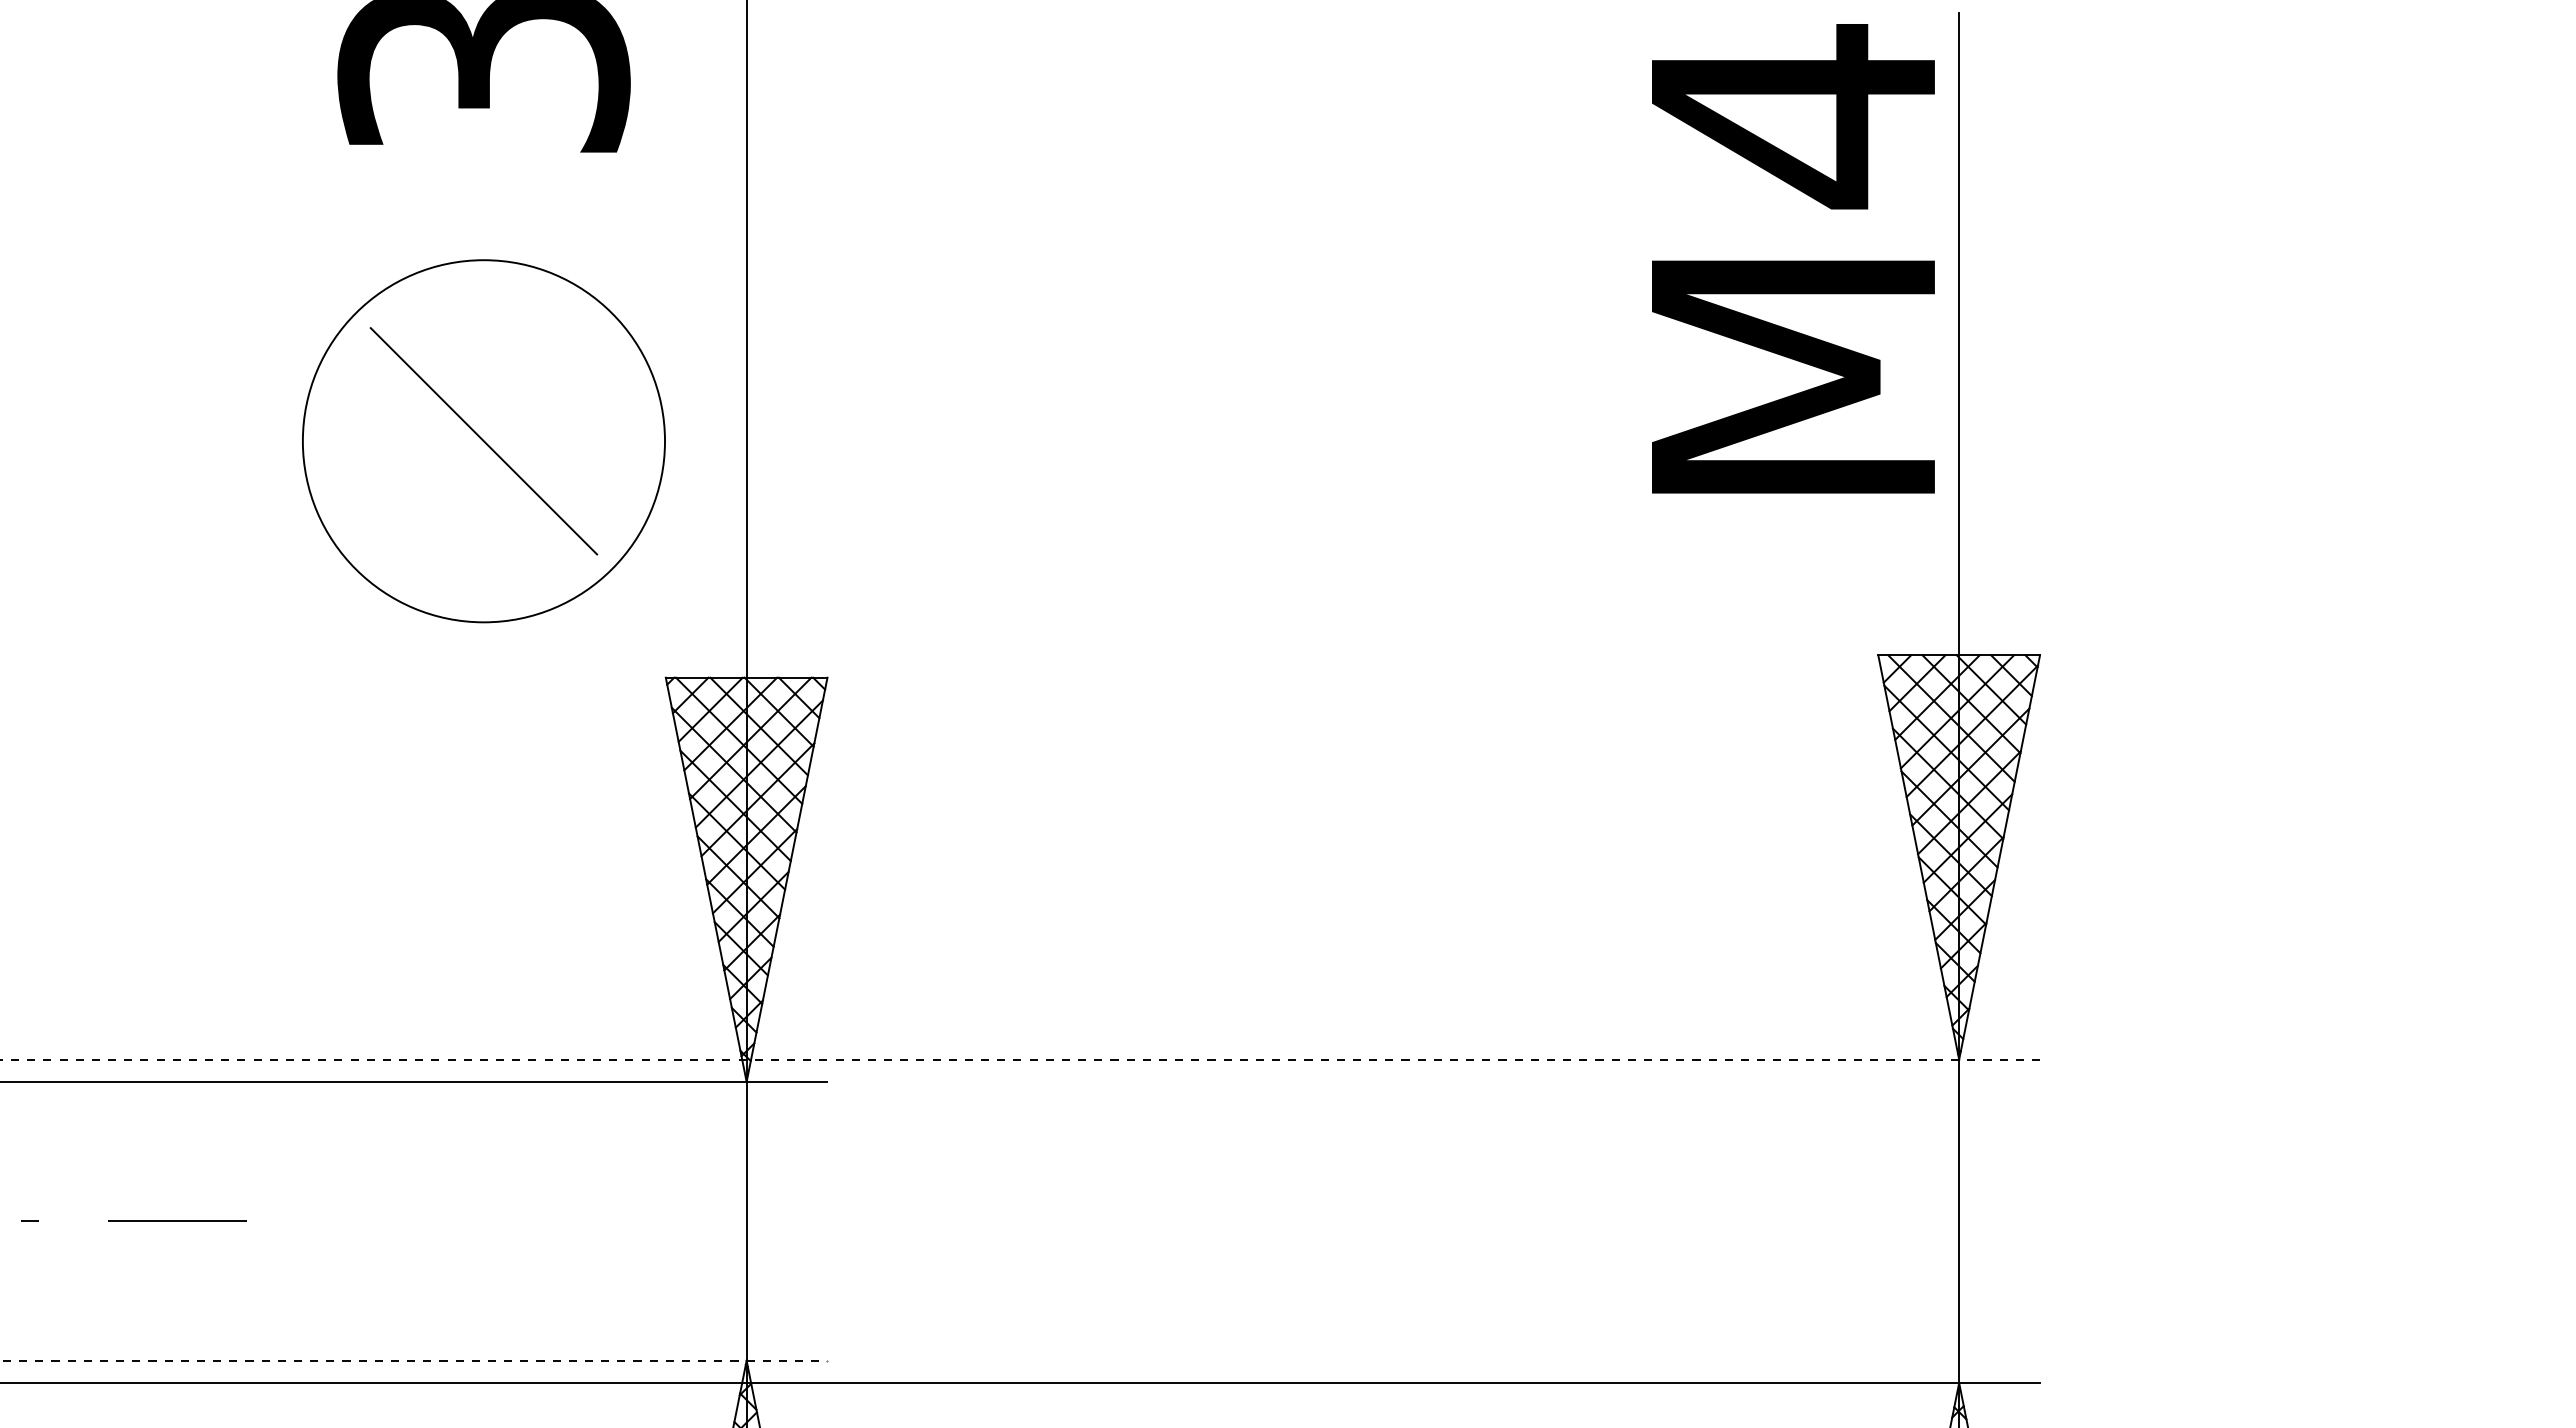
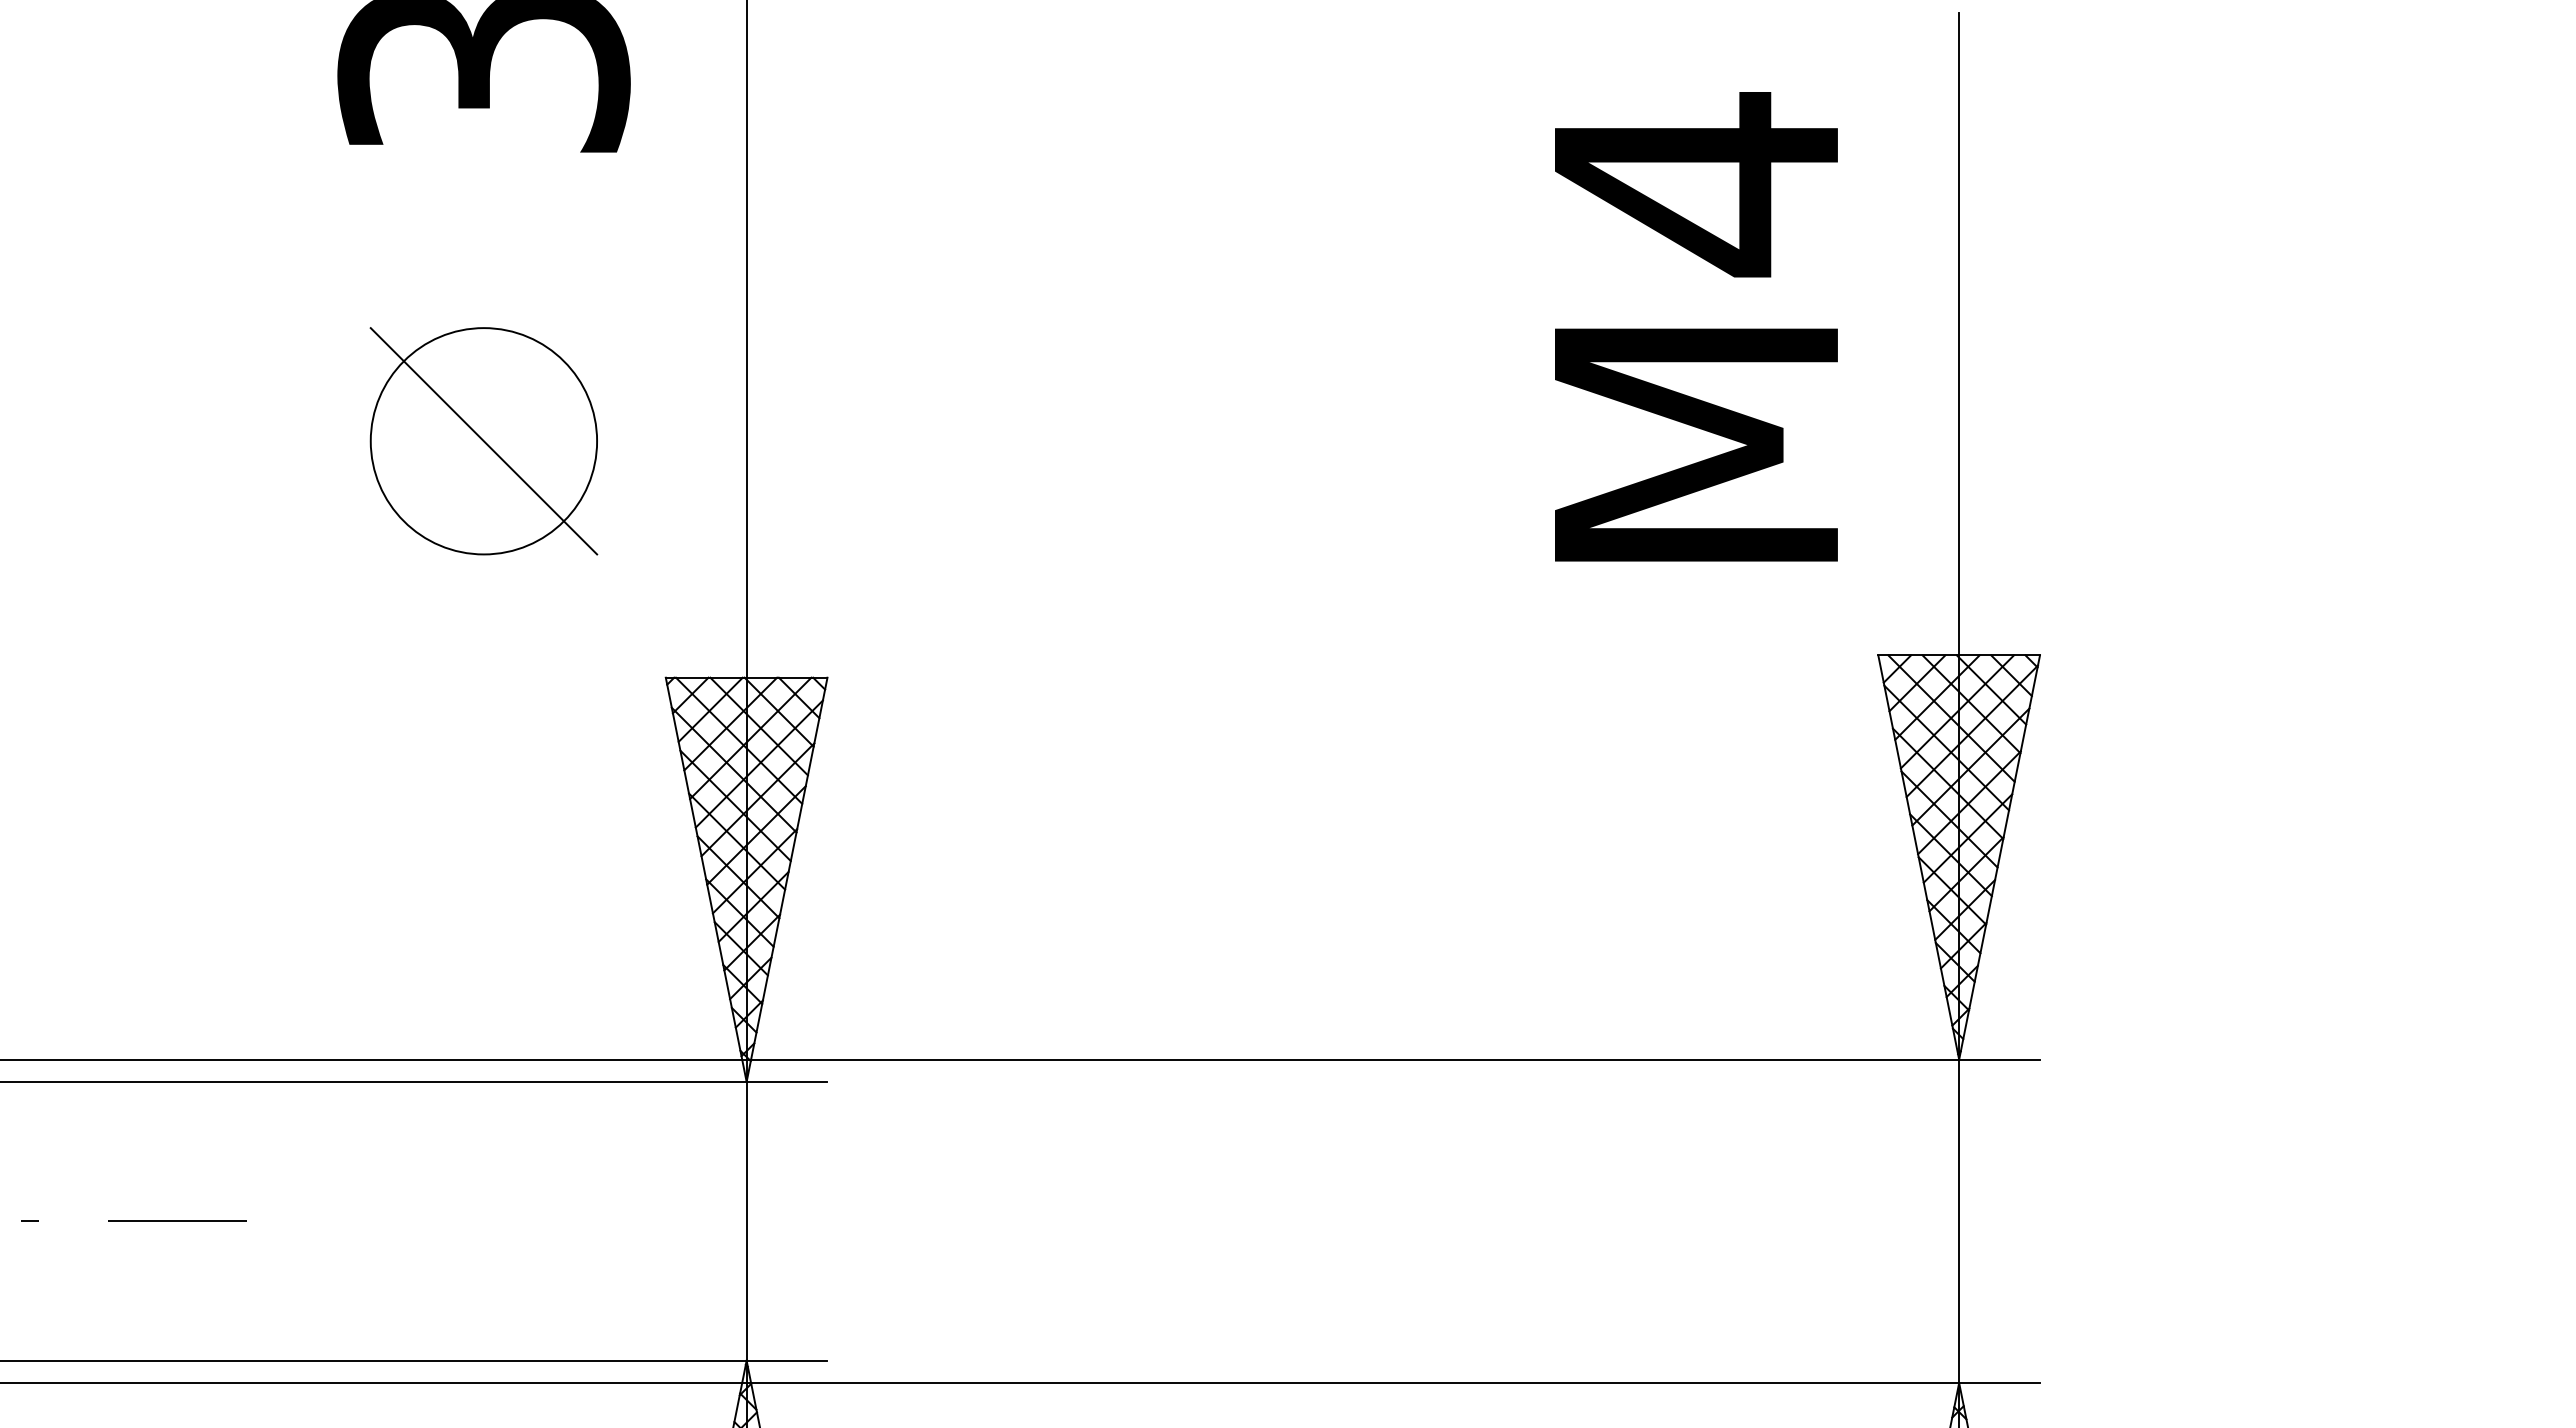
text at (1793, 258) position: (1793, 258) -> (1696, 326)
circle at (483, 441) diameter: 362 px -> 226 px
line at (1020, 1059): dashed -> solid
line at (414, 1360): dashed -> solid
